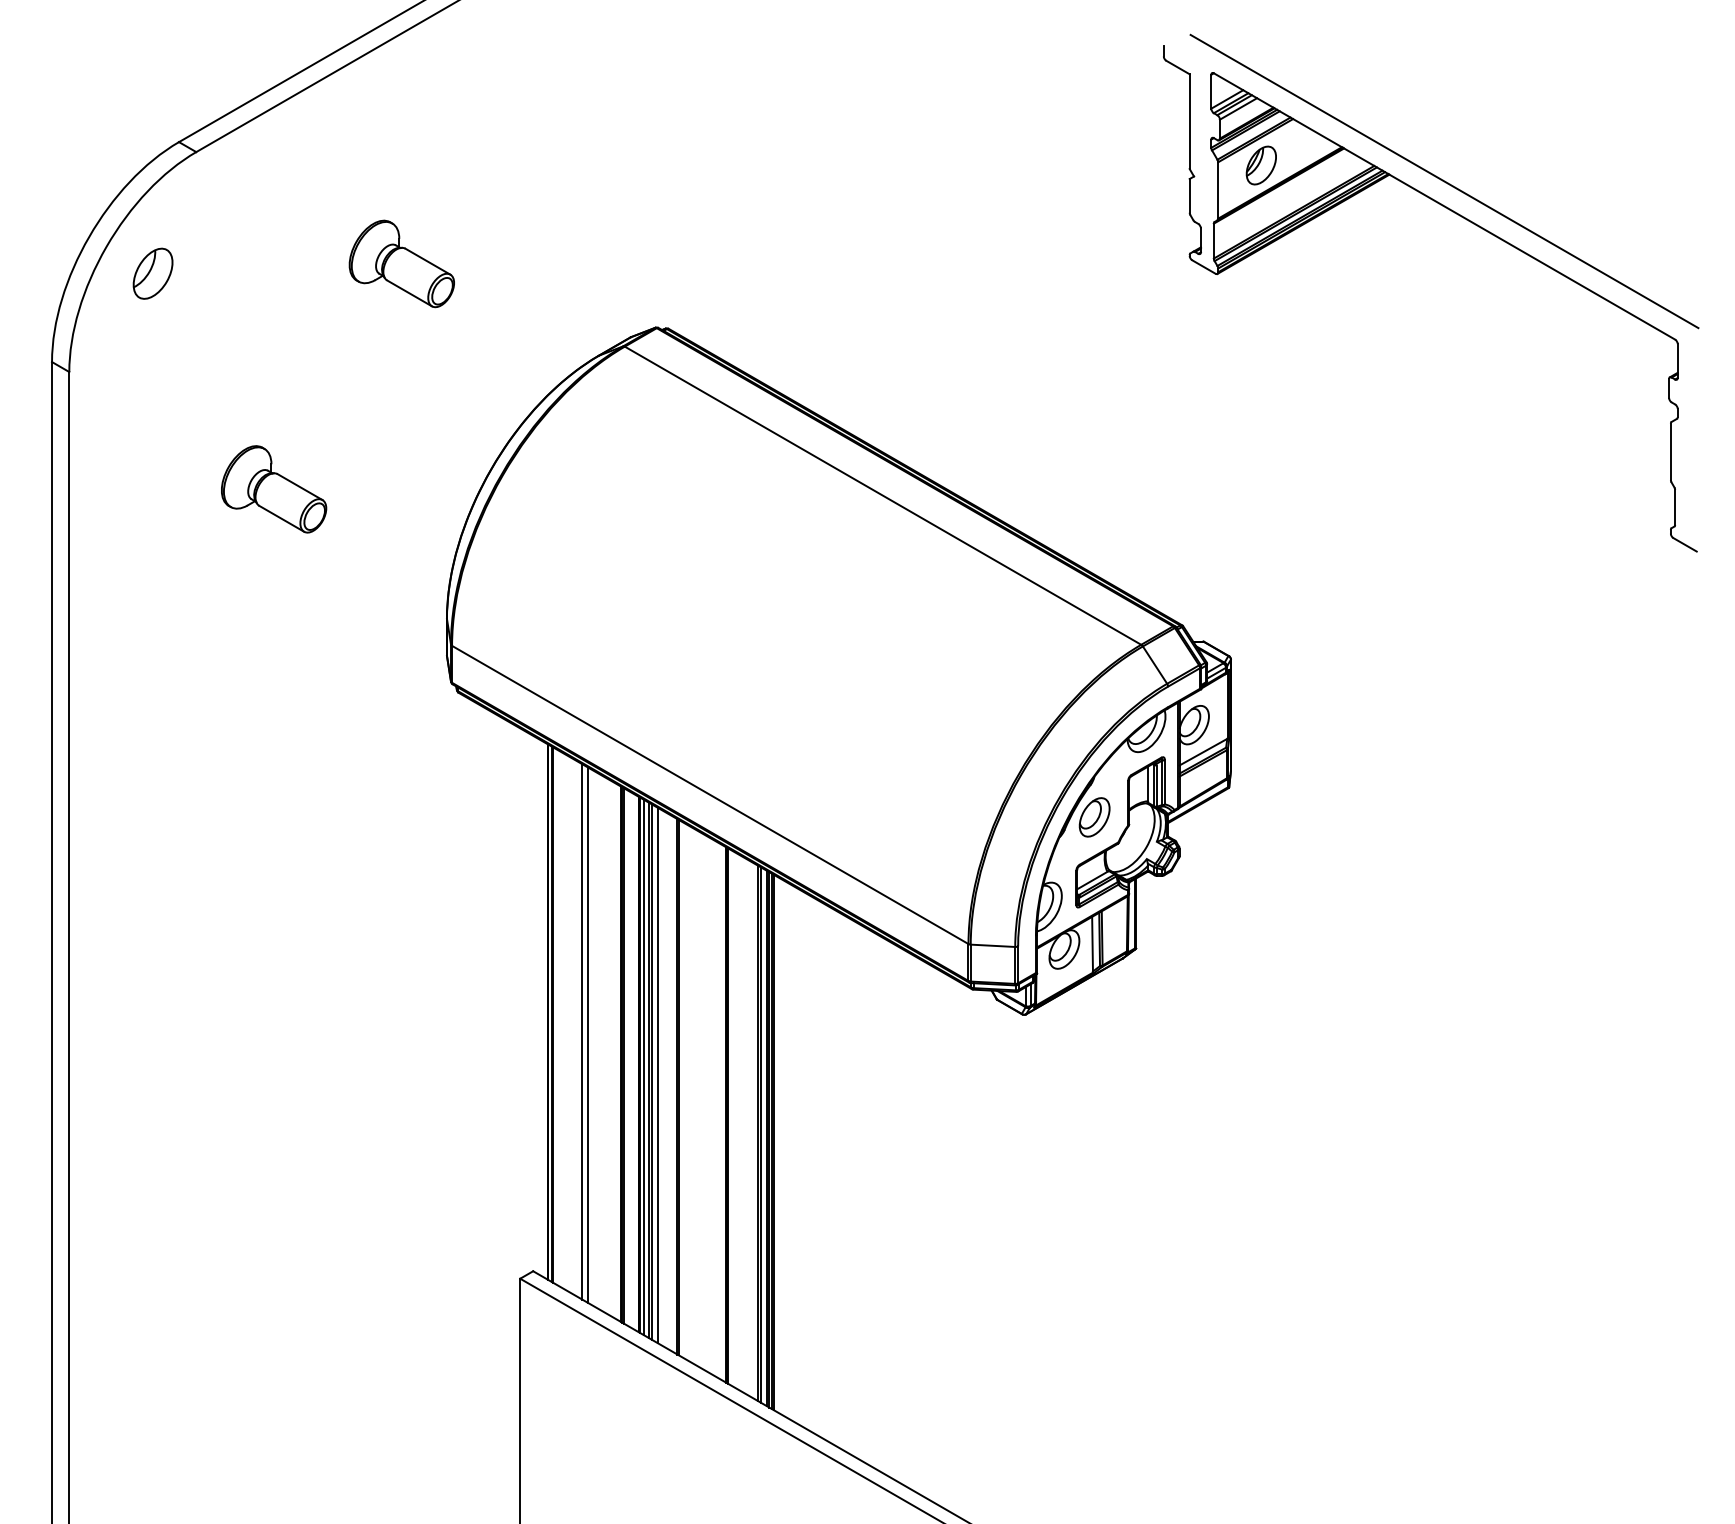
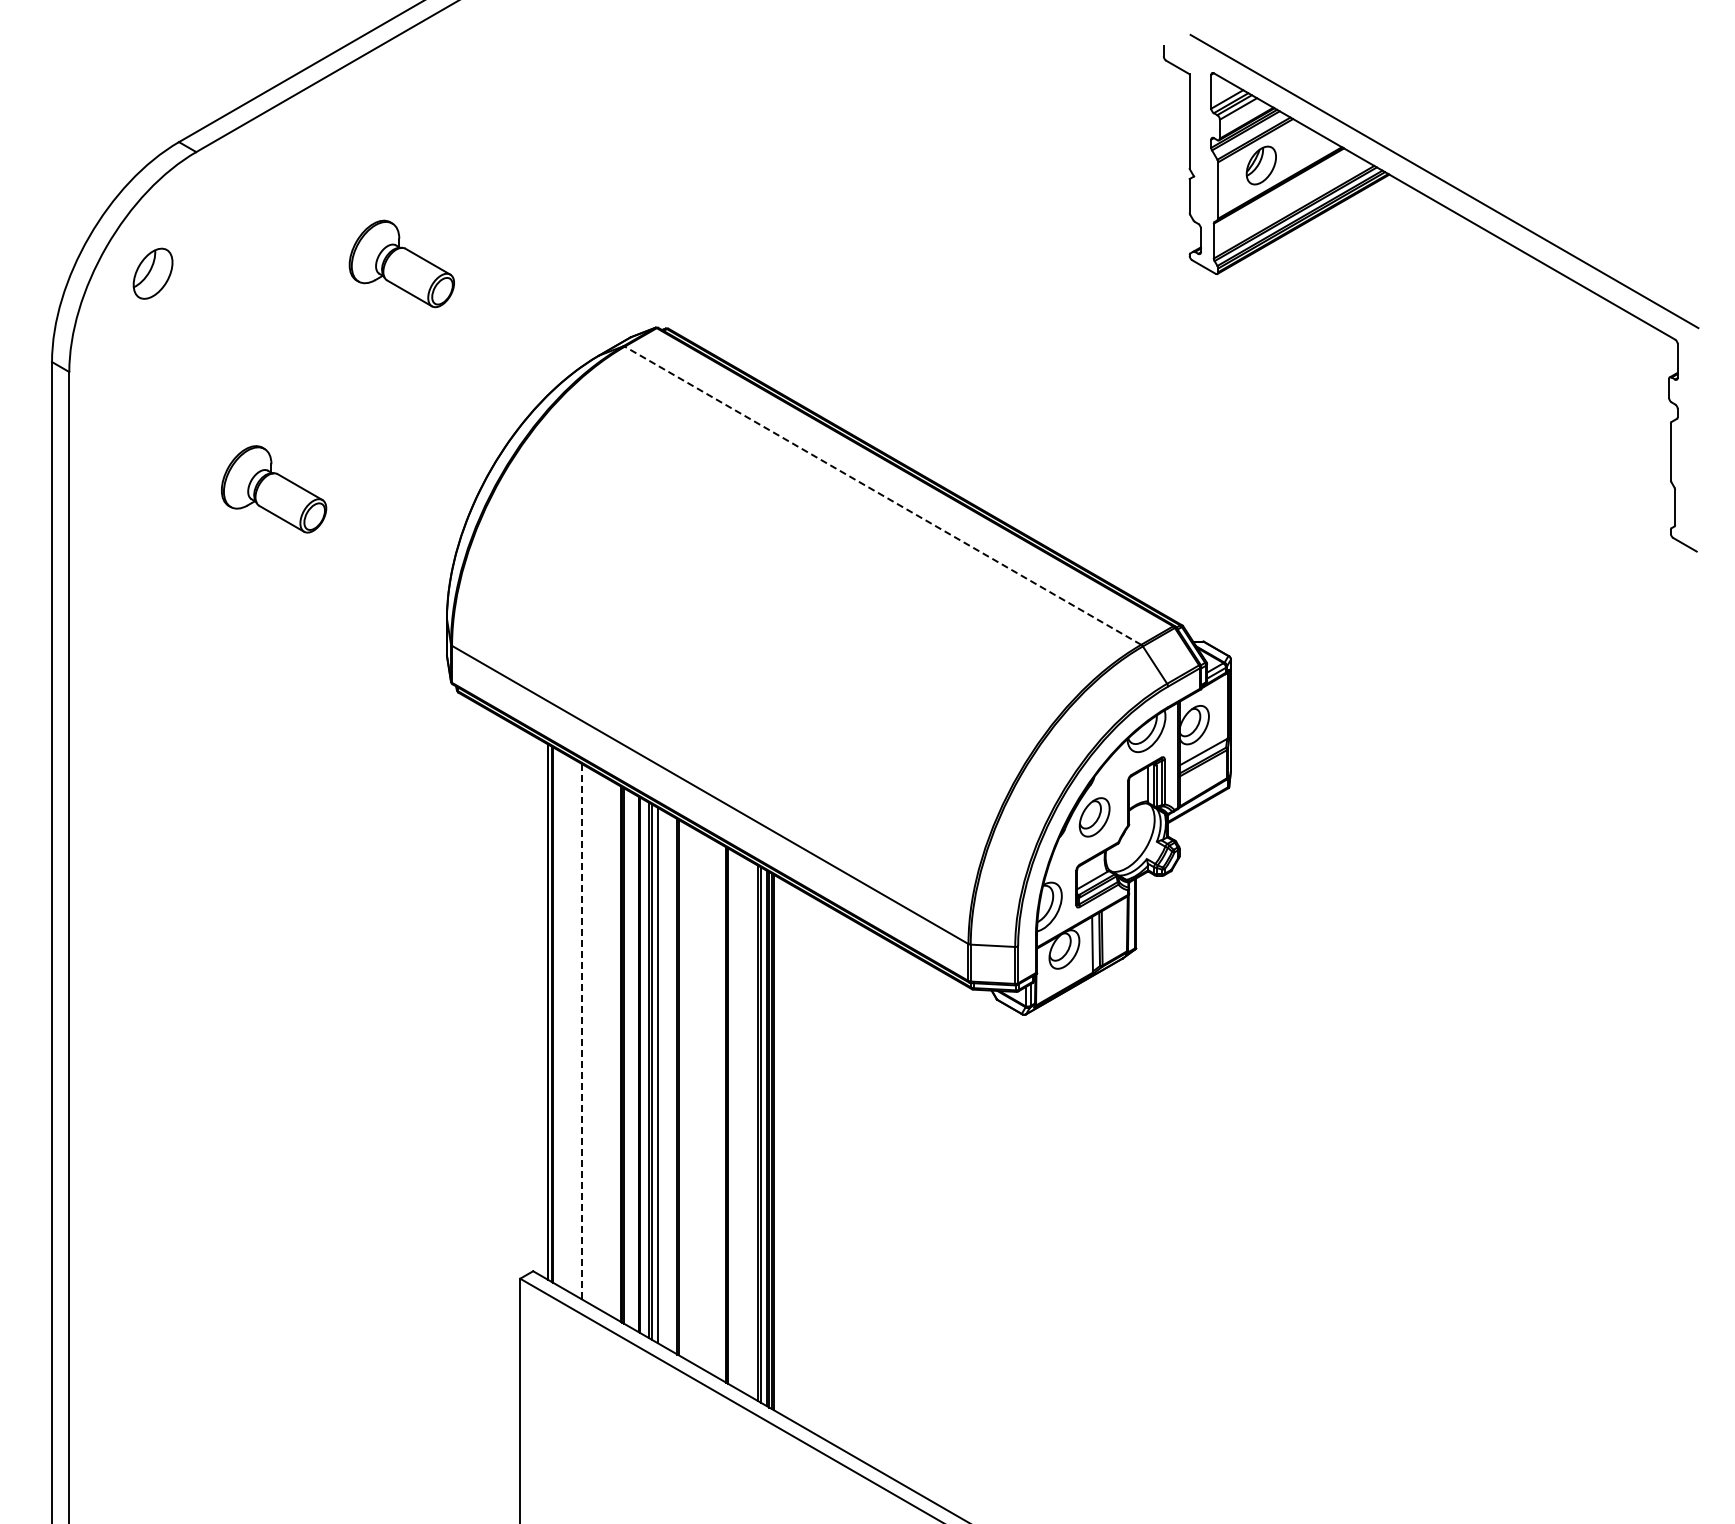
line at (882, 495): solid -> dashed
line at (582, 1031): solid -> dashed
line at (587, 1034): present -> none
line at (643, 1066): present -> none
